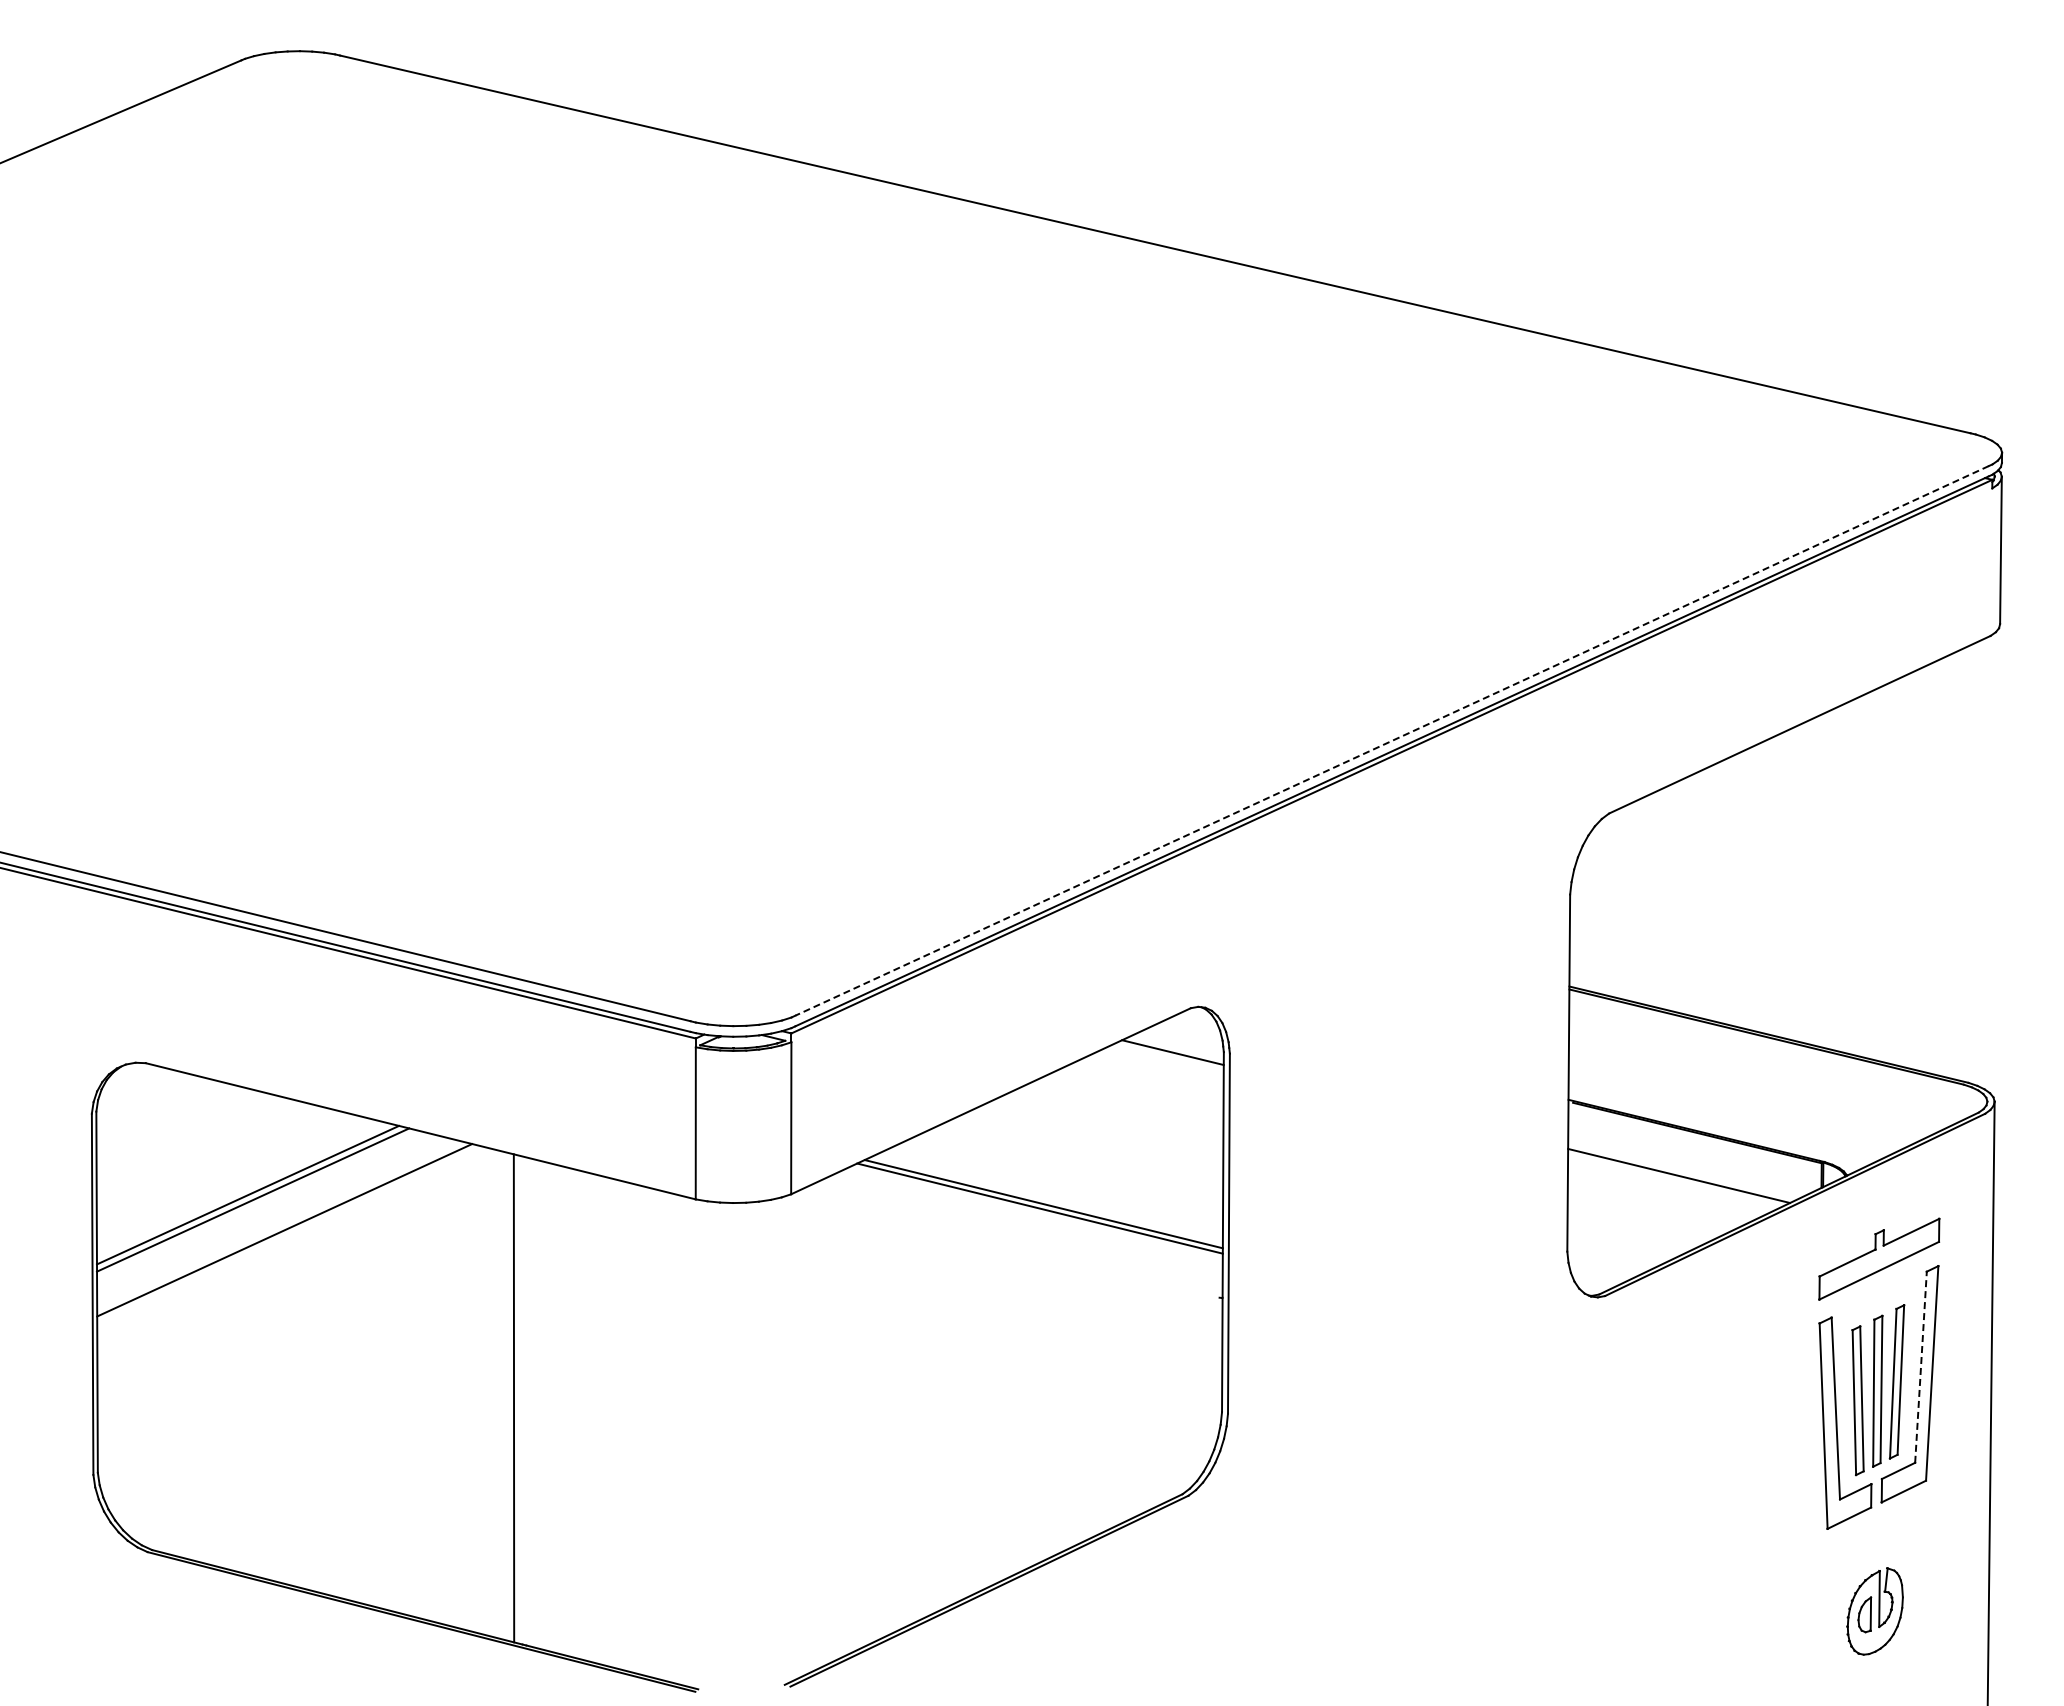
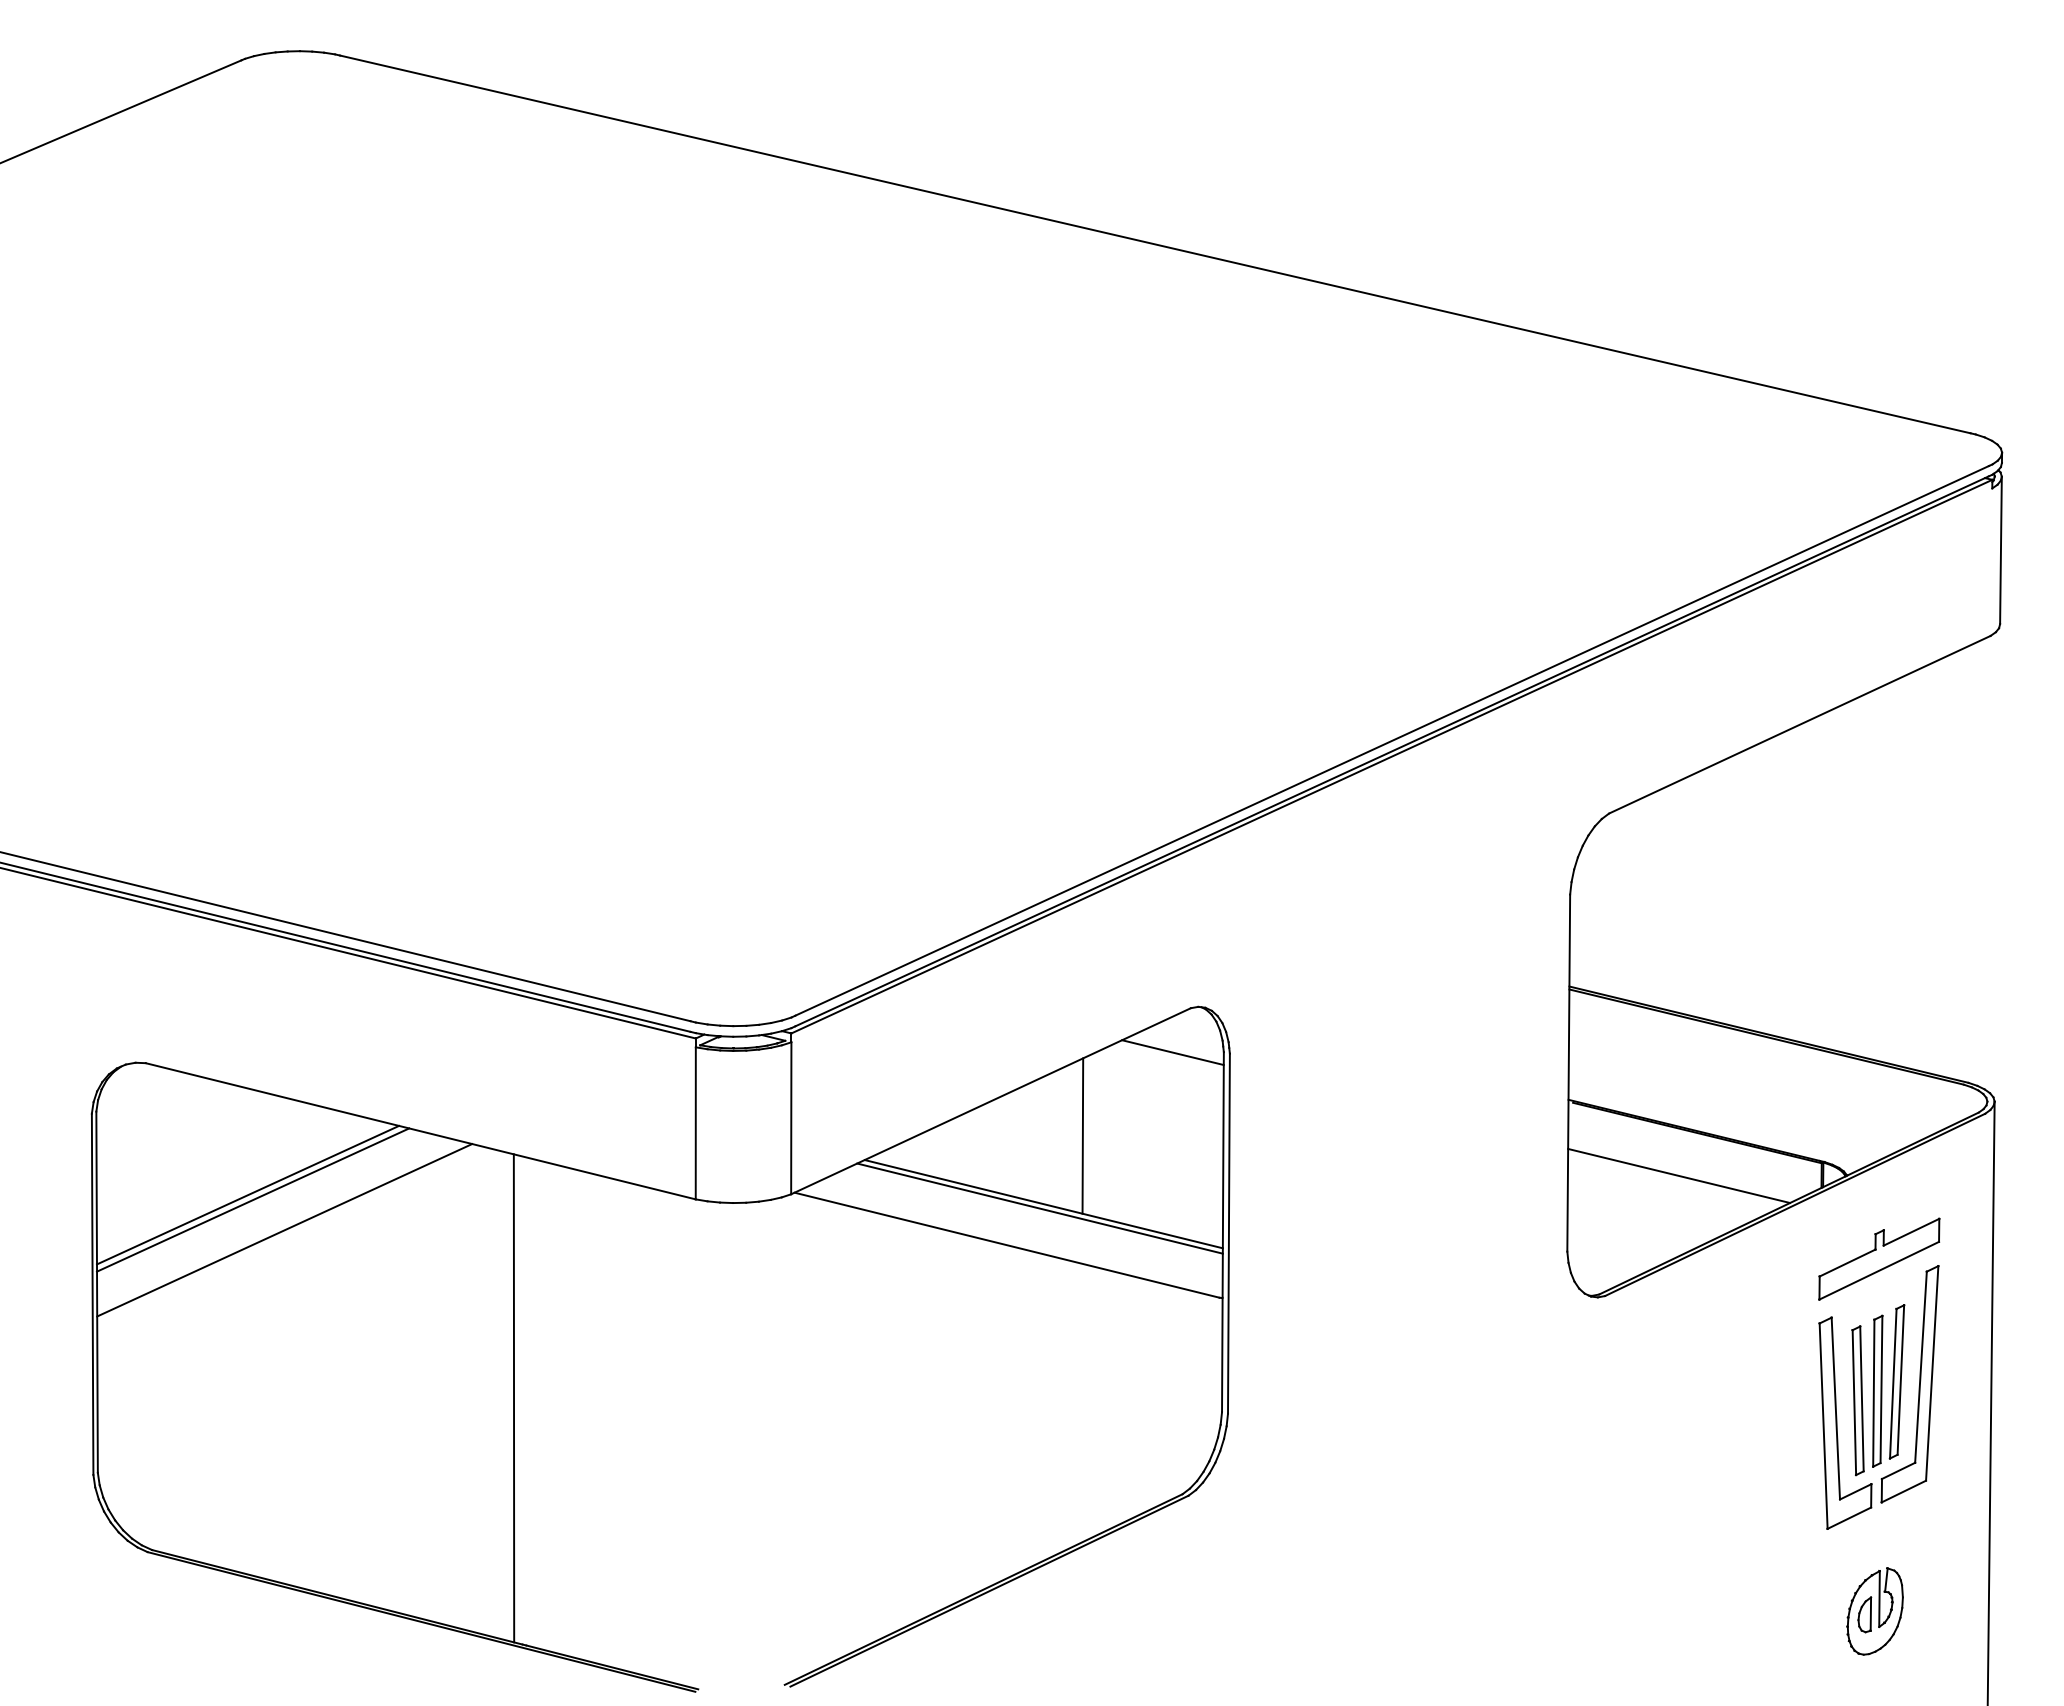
line at (1391, 741): dashed -> solid
line at (1082, 1135): none -> present
line at (1006, 1244): none -> present
line at (1920, 1367): dashed -> solid
